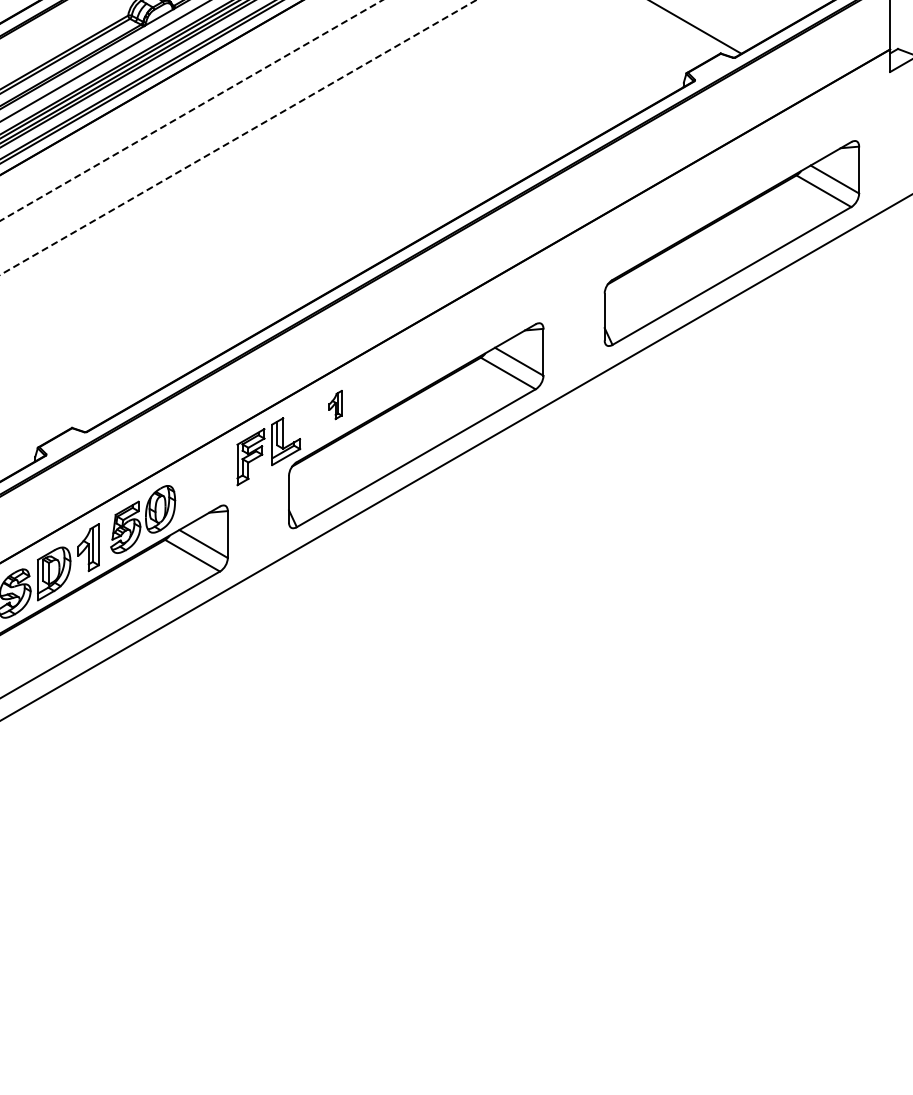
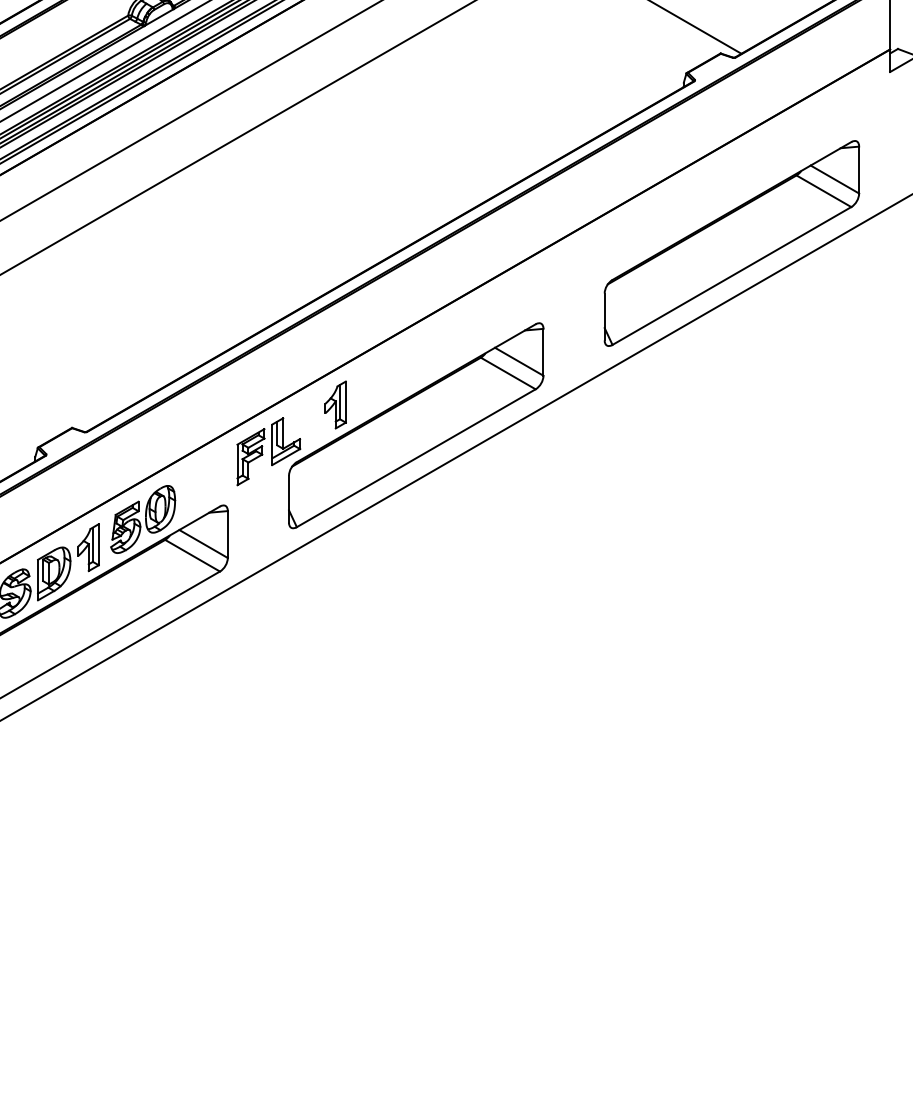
line at (191, 110): dashed -> solid
line at (237, 137): dashed -> solid
part at (335, 405) size: 15x31 px -> 23x50 px
